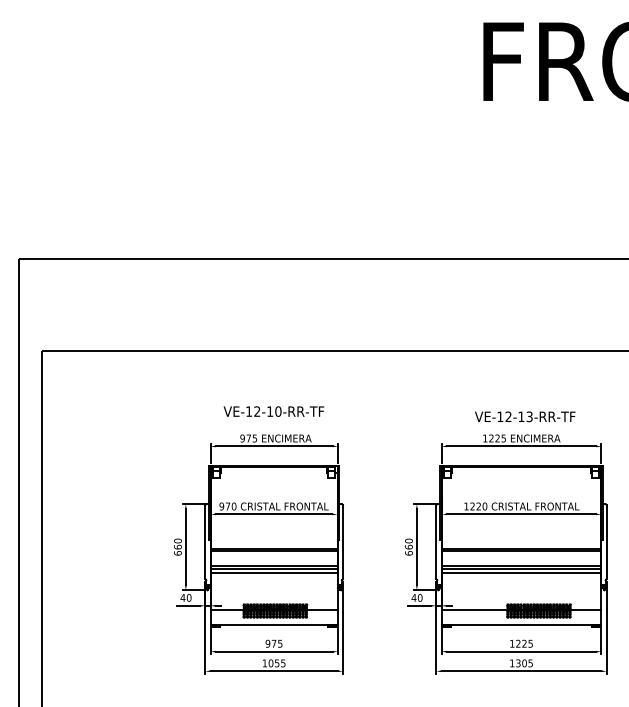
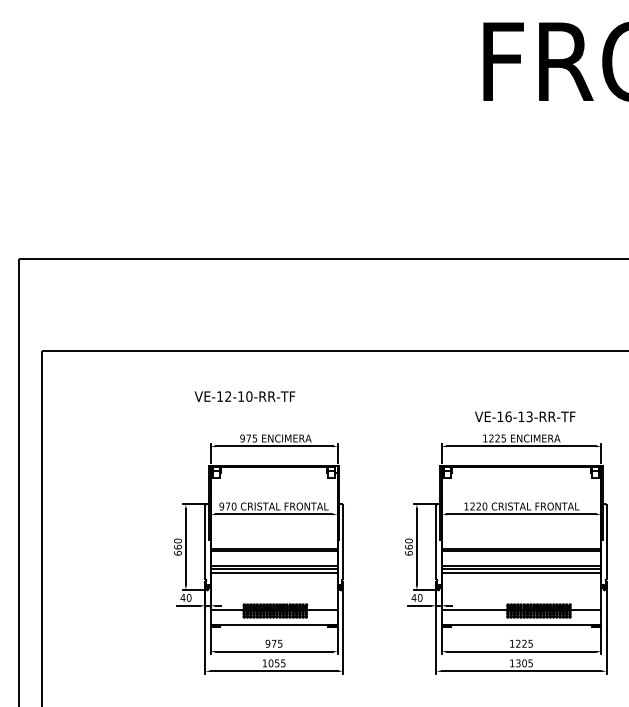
text at (273, 411) position: (273, 411) -> (244, 396)
text at (508, 416): VE-12-13-RR-TF -> VE-16-13-RR-TF
